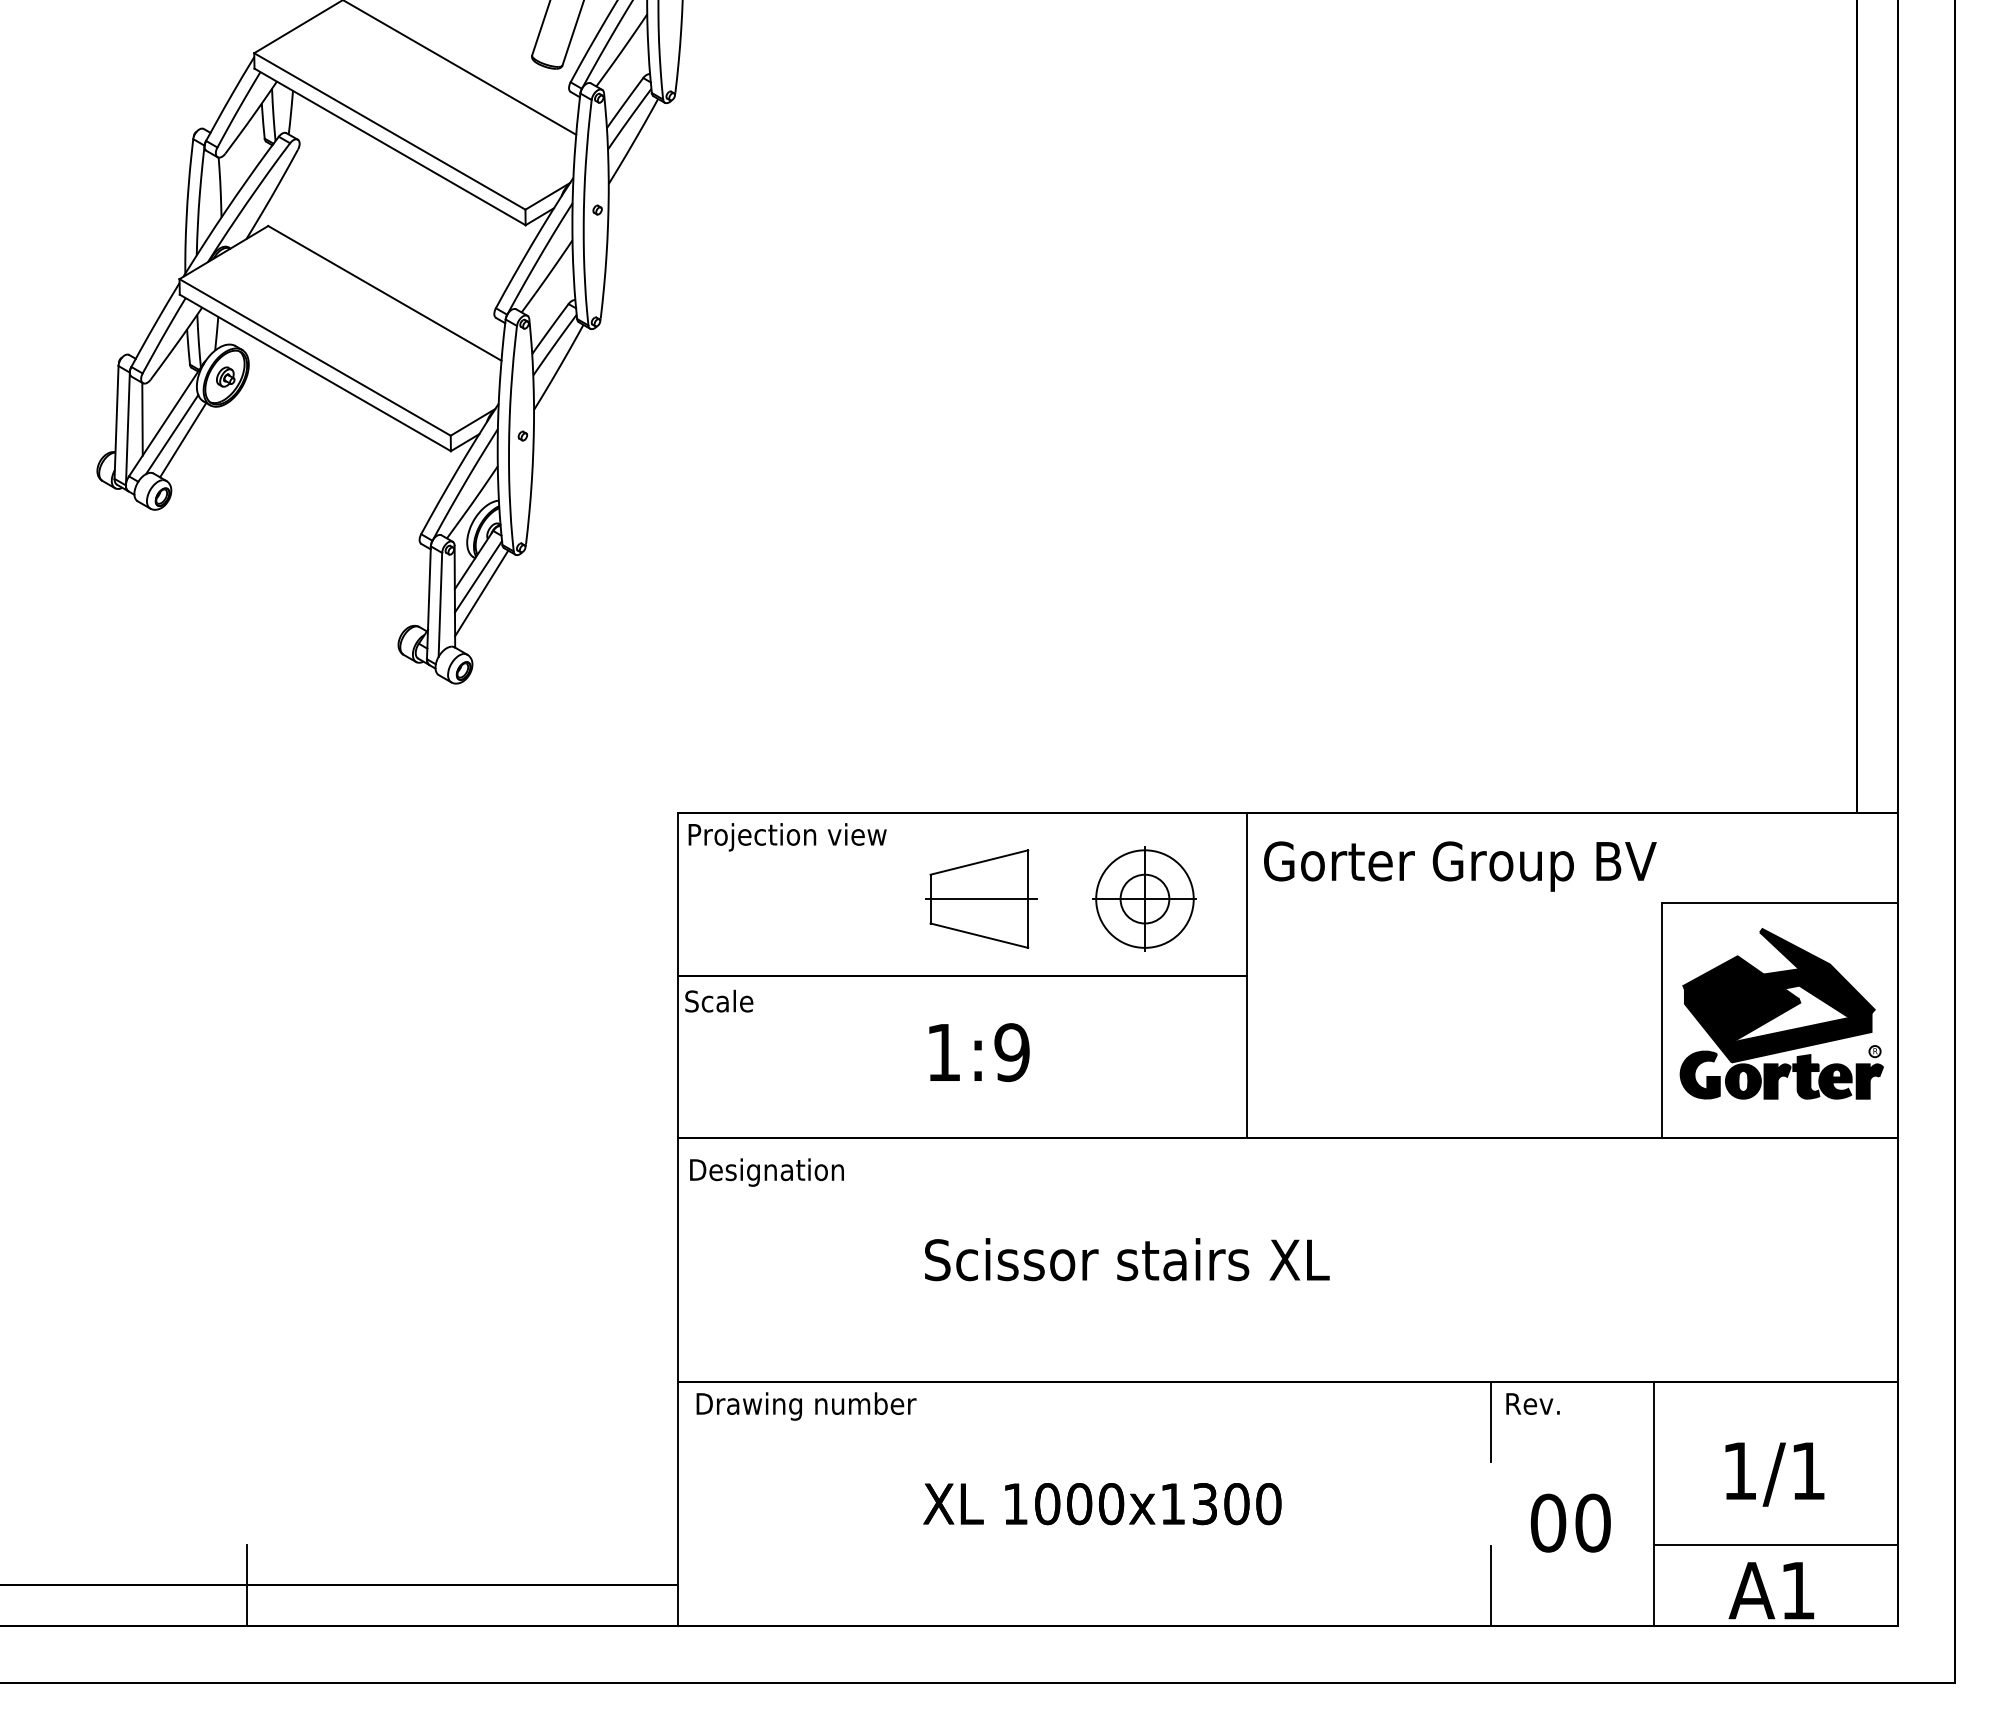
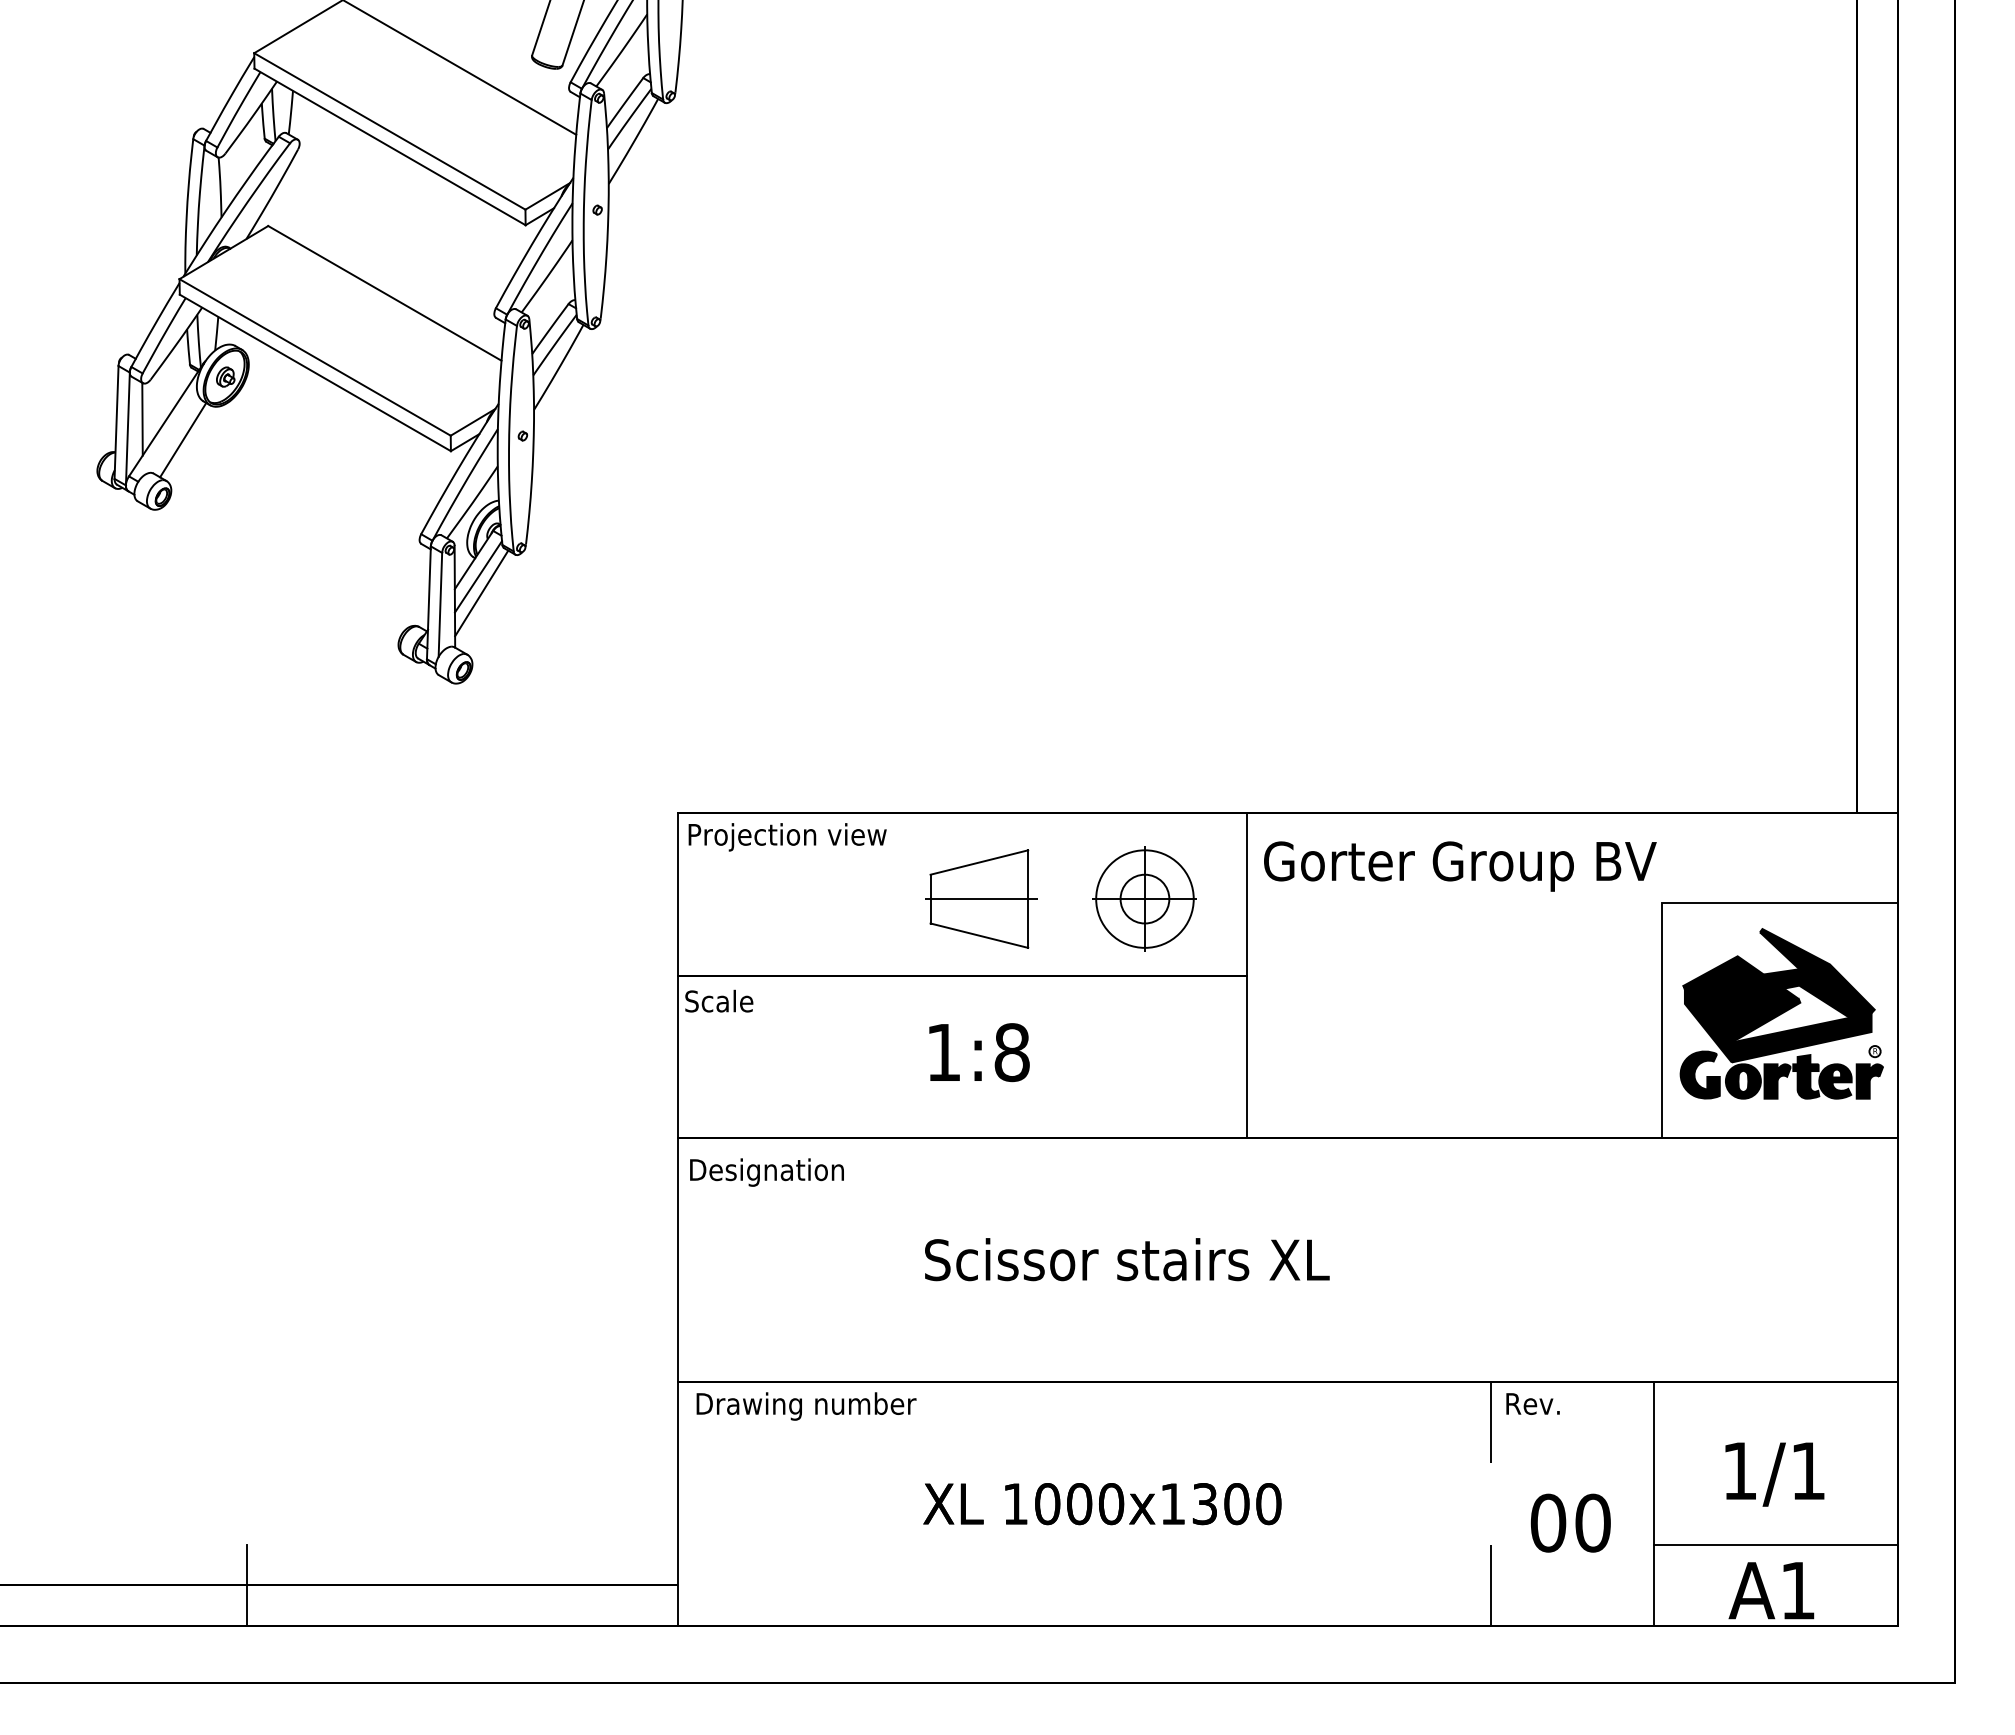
line at (172, 434): present -> none
text at (1011, 1052): 1:9 -> 1:8
